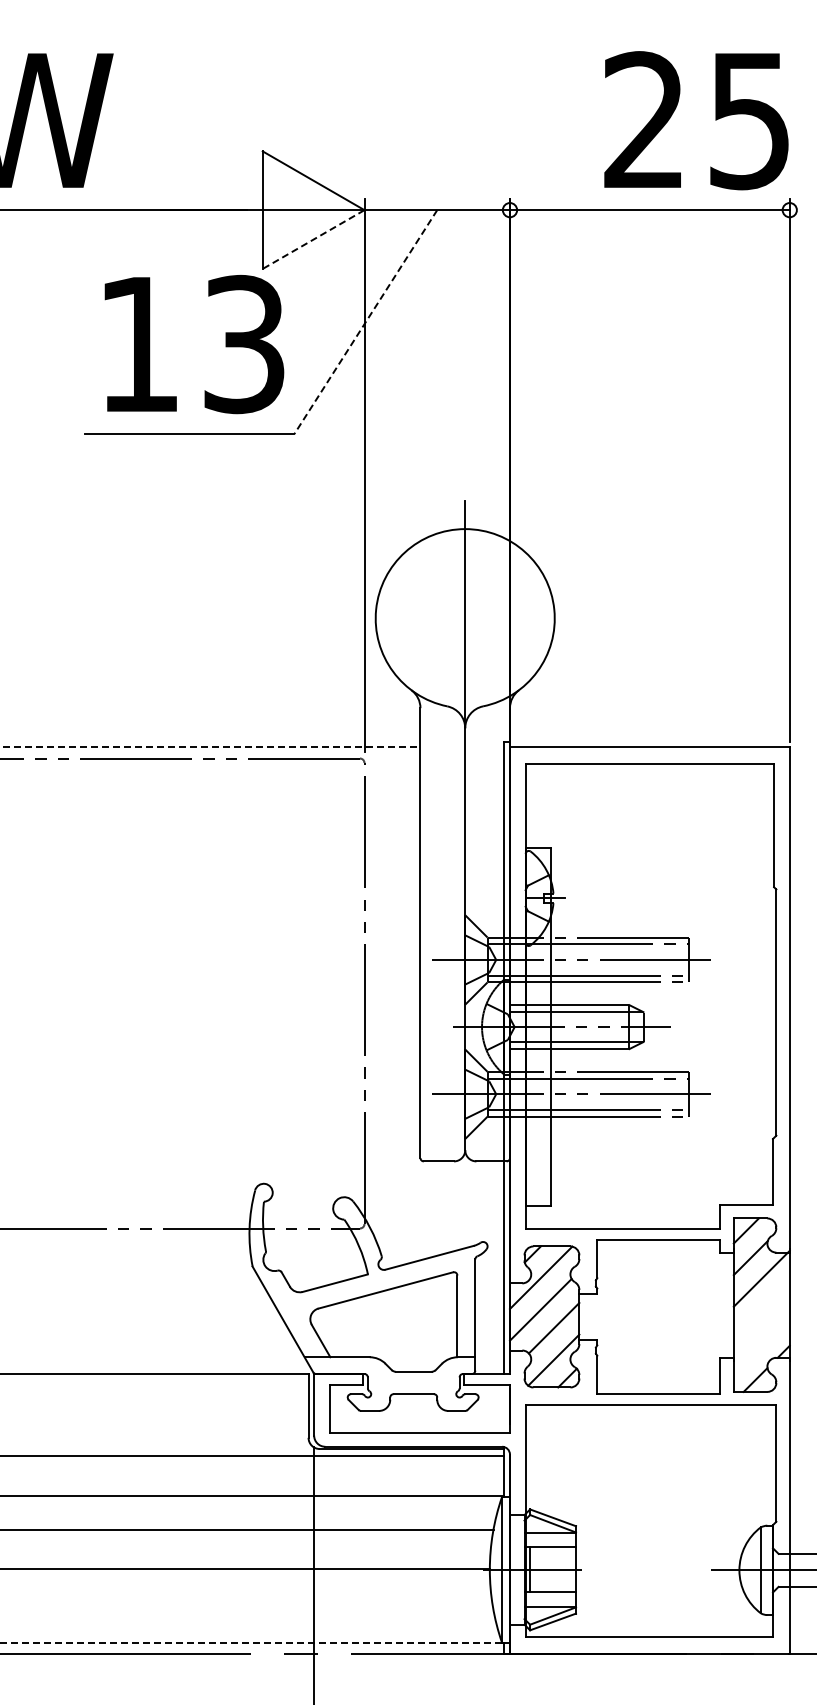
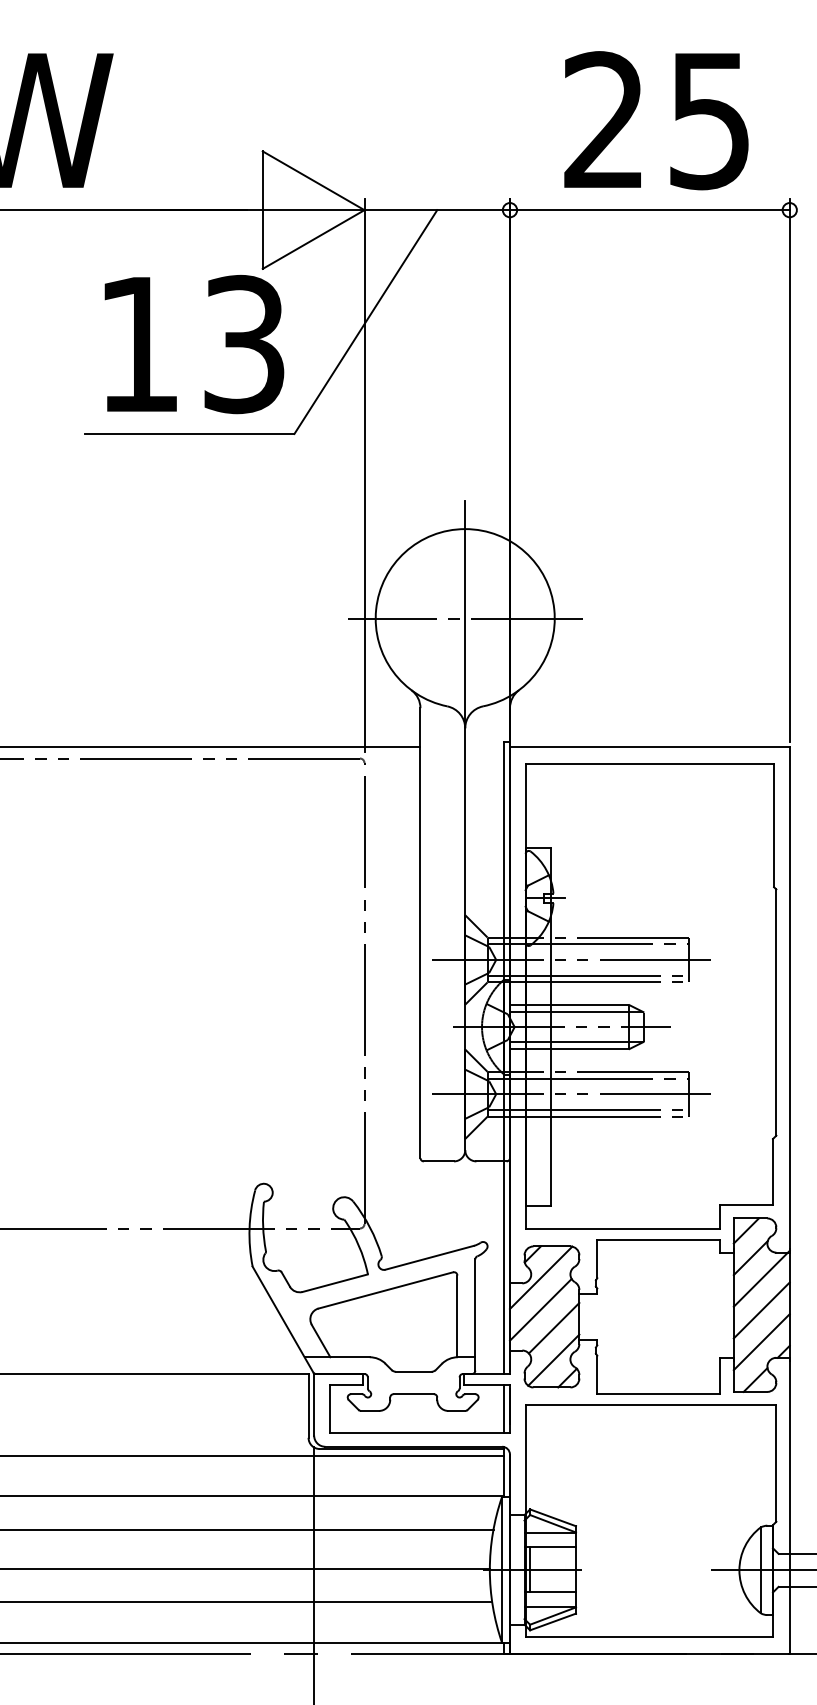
text at (696, 120) position: (696, 120) -> (656, 120)
line at (313, 239): dashed -> solid
line at (365, 322): dashed -> solid
line at (464, 618): none -> present
line at (210, 747): dashed -> solid
line at (761, 1310): none -> present
line at (761, 1342): none -> present
line at (504, 1409): none -> present
line at (247, 1602): none -> present
line at (251, 1642): dashed -> solid
